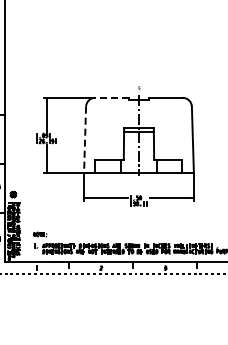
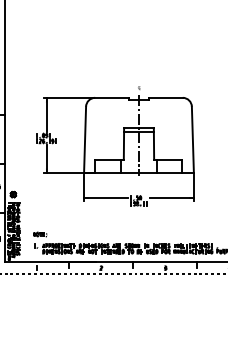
line at (111, 97): dashed -> solid
line at (85, 140): dashed -> solid
